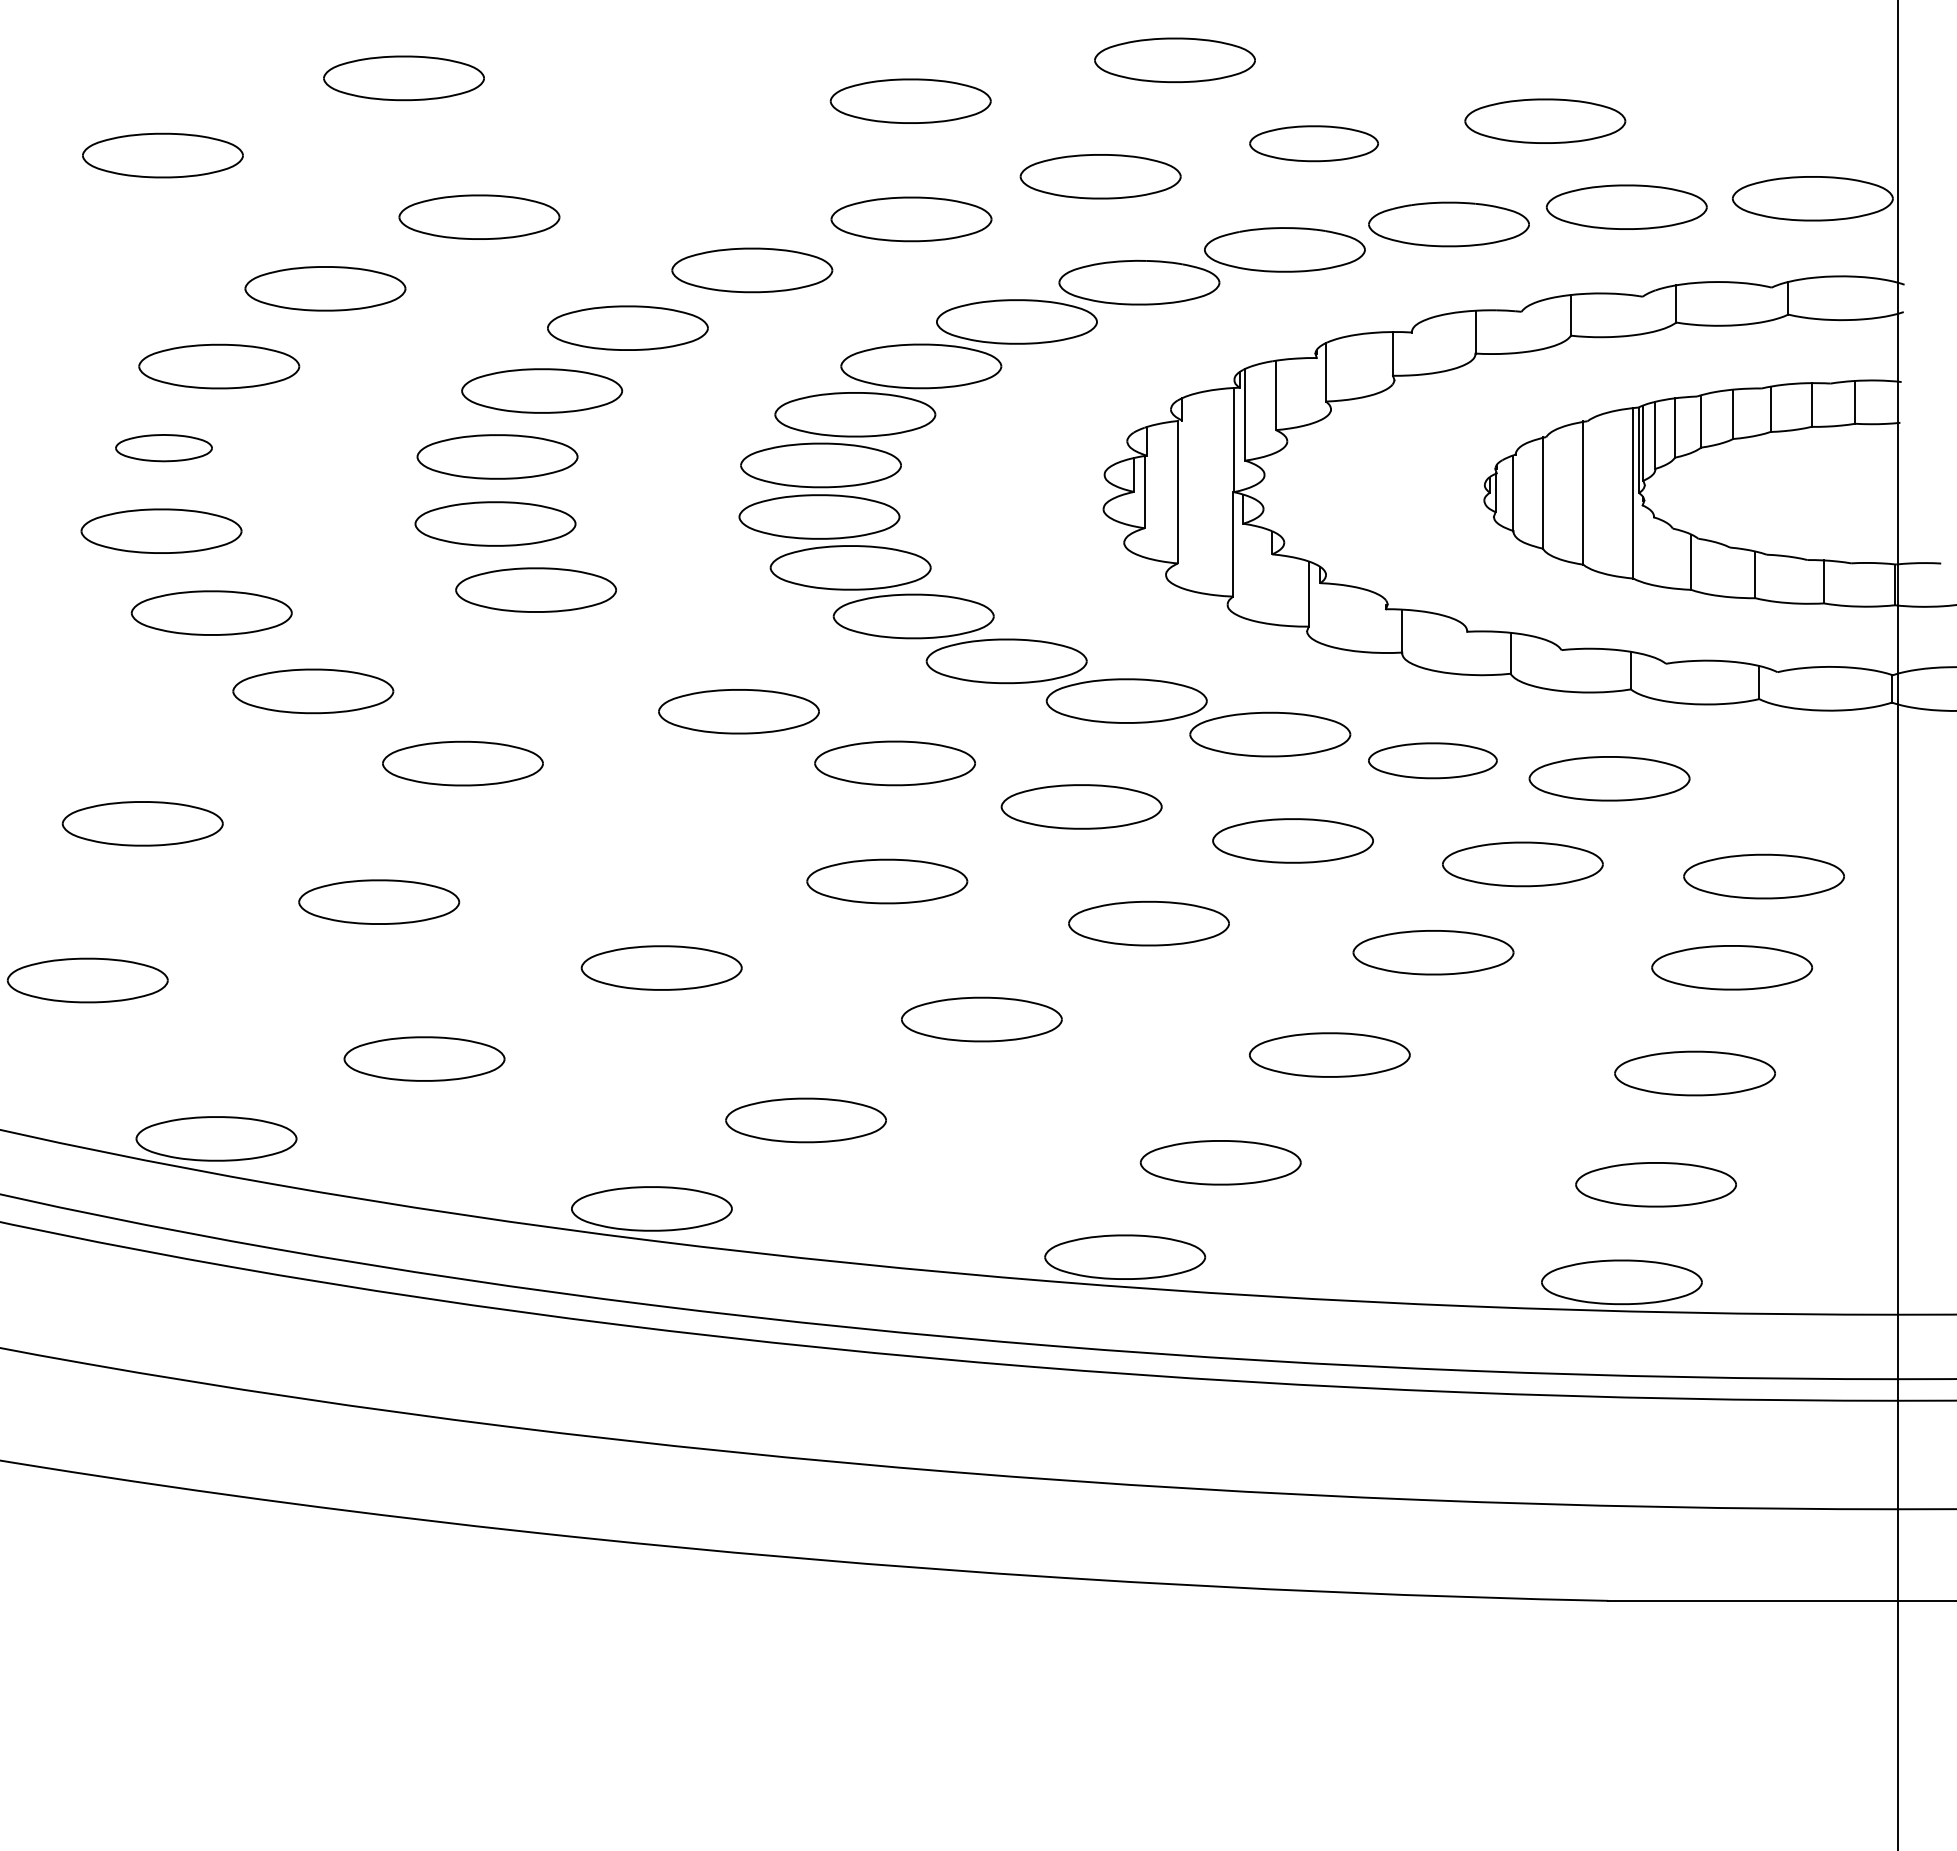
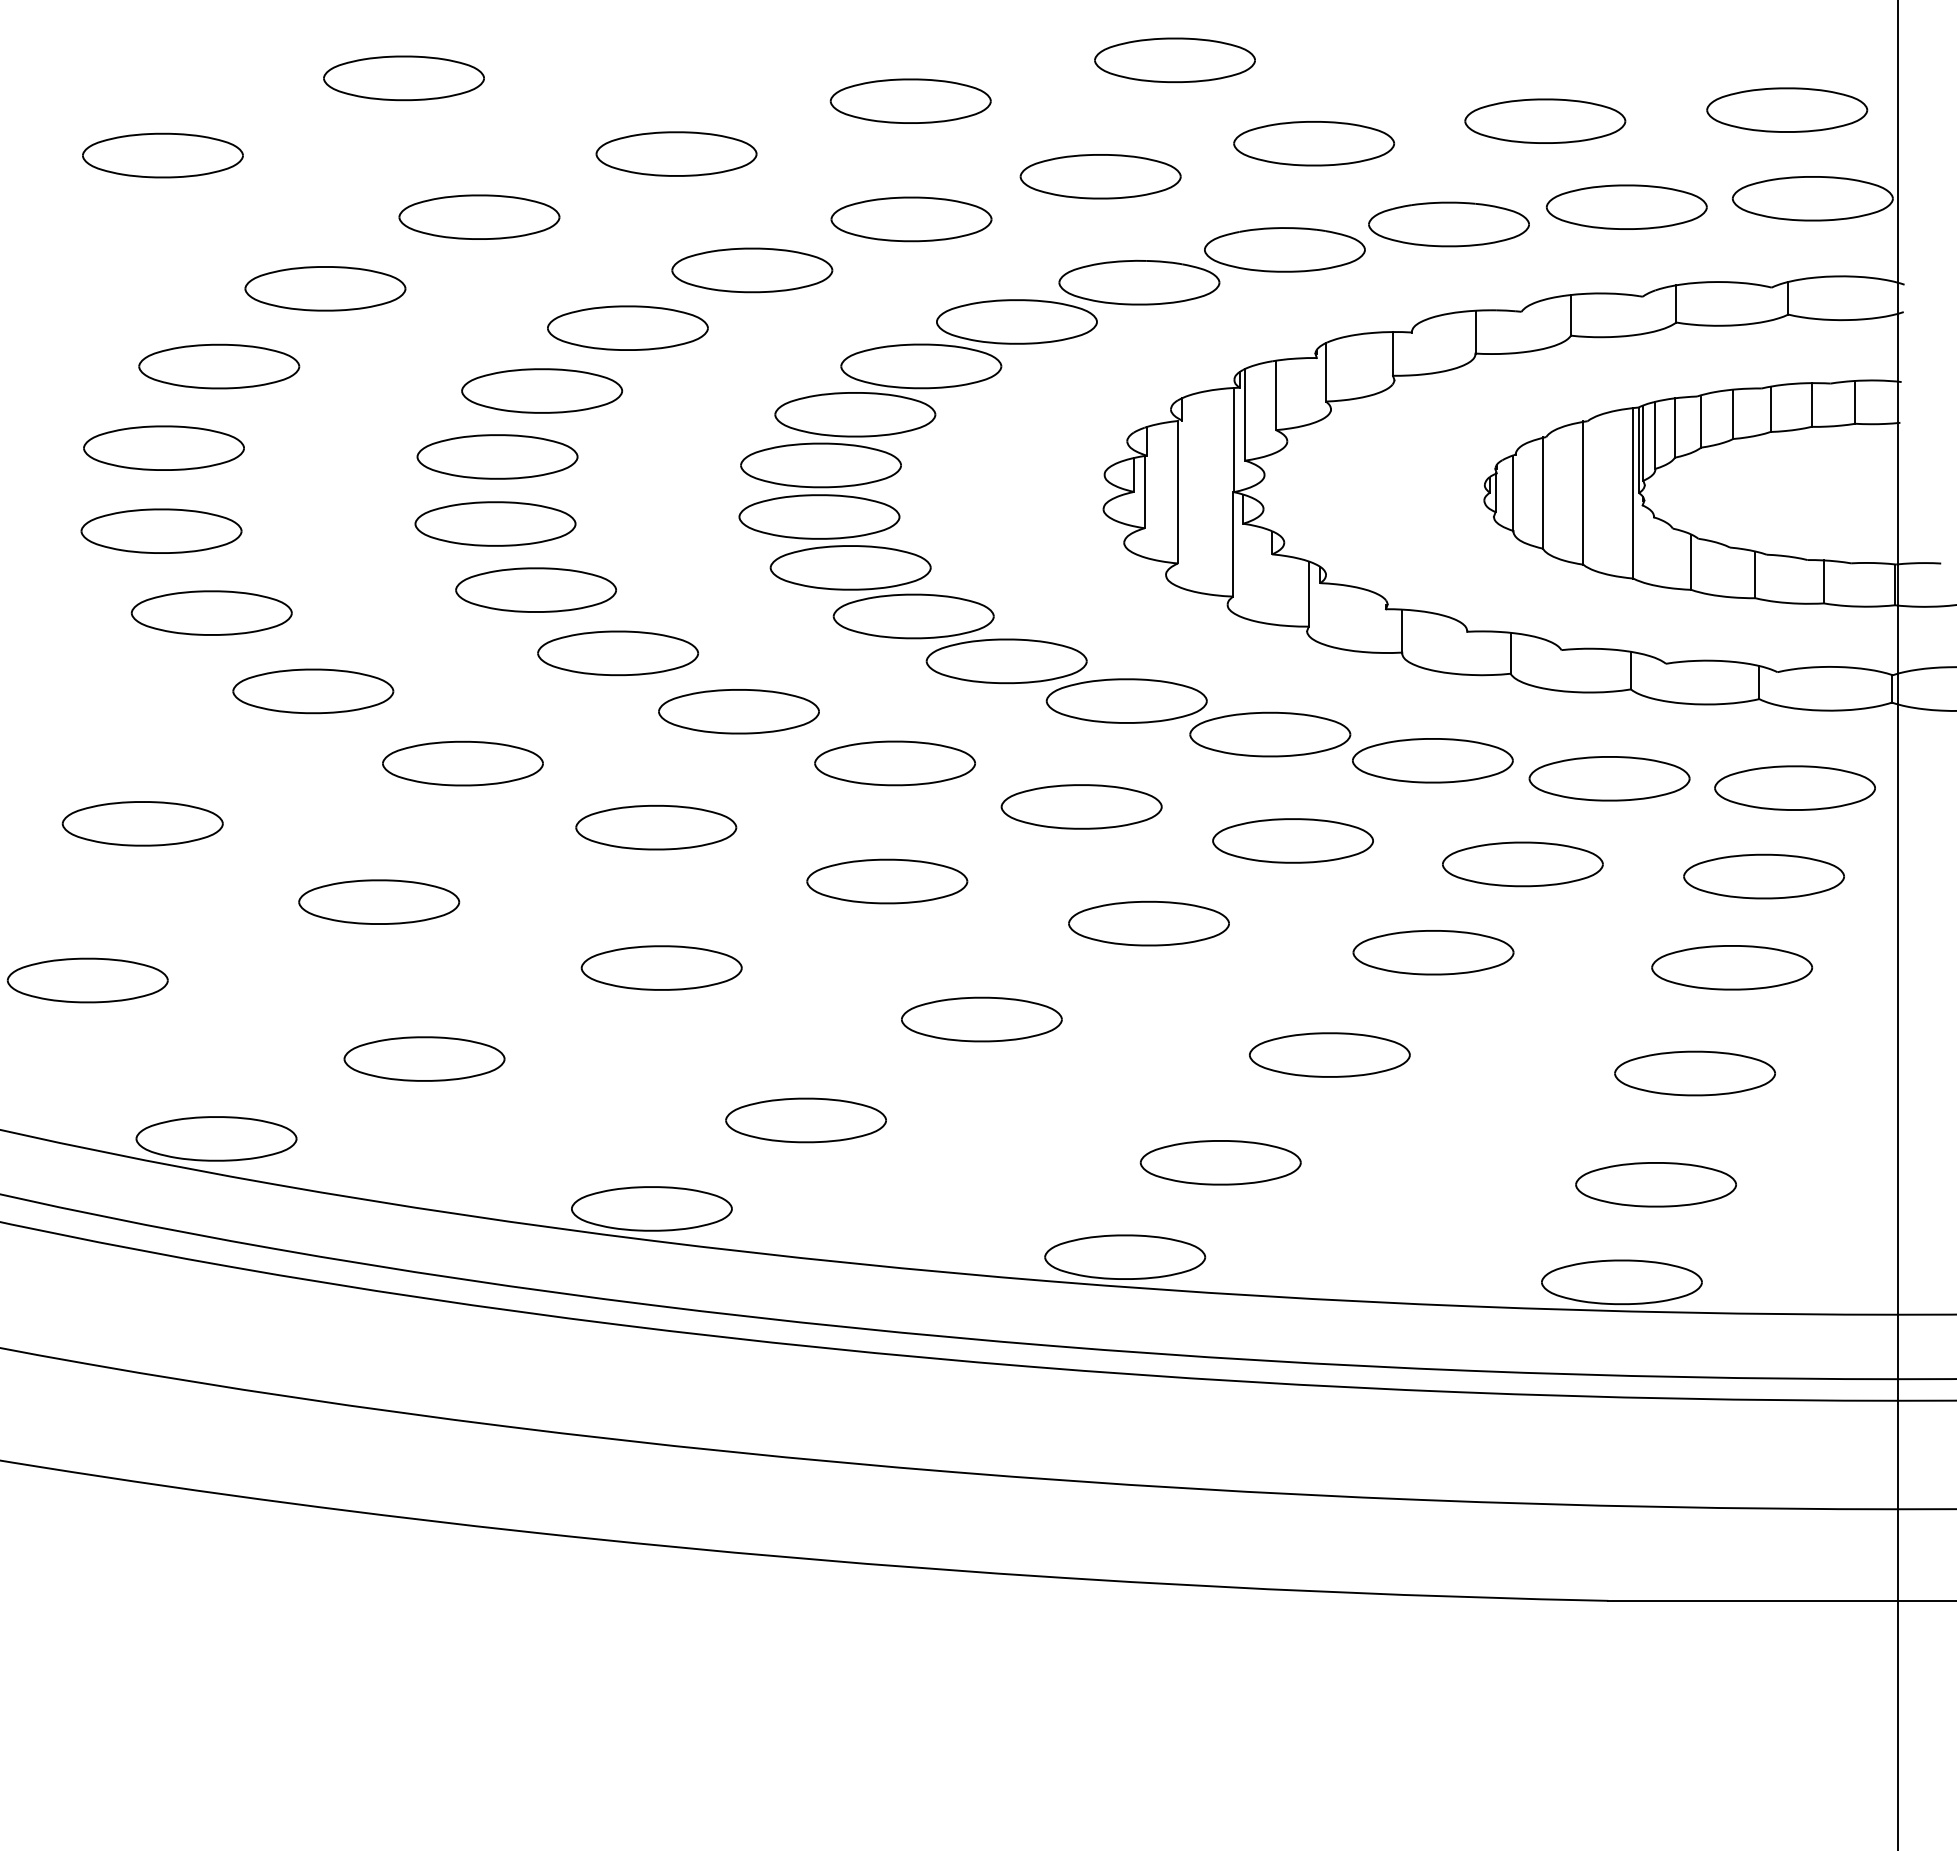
part at (1787, 109): none -> present
part at (1313, 143) size: 130x38 px -> 162x46 px
part at (676, 153): none -> present
part at (163, 448) size: 98x29 px -> 162x46 px
part at (617, 653): none -> present
part at (1432, 760) size: 130x38 px -> 162x46 px
part at (1794, 787): none -> present
part at (656, 827): none -> present
